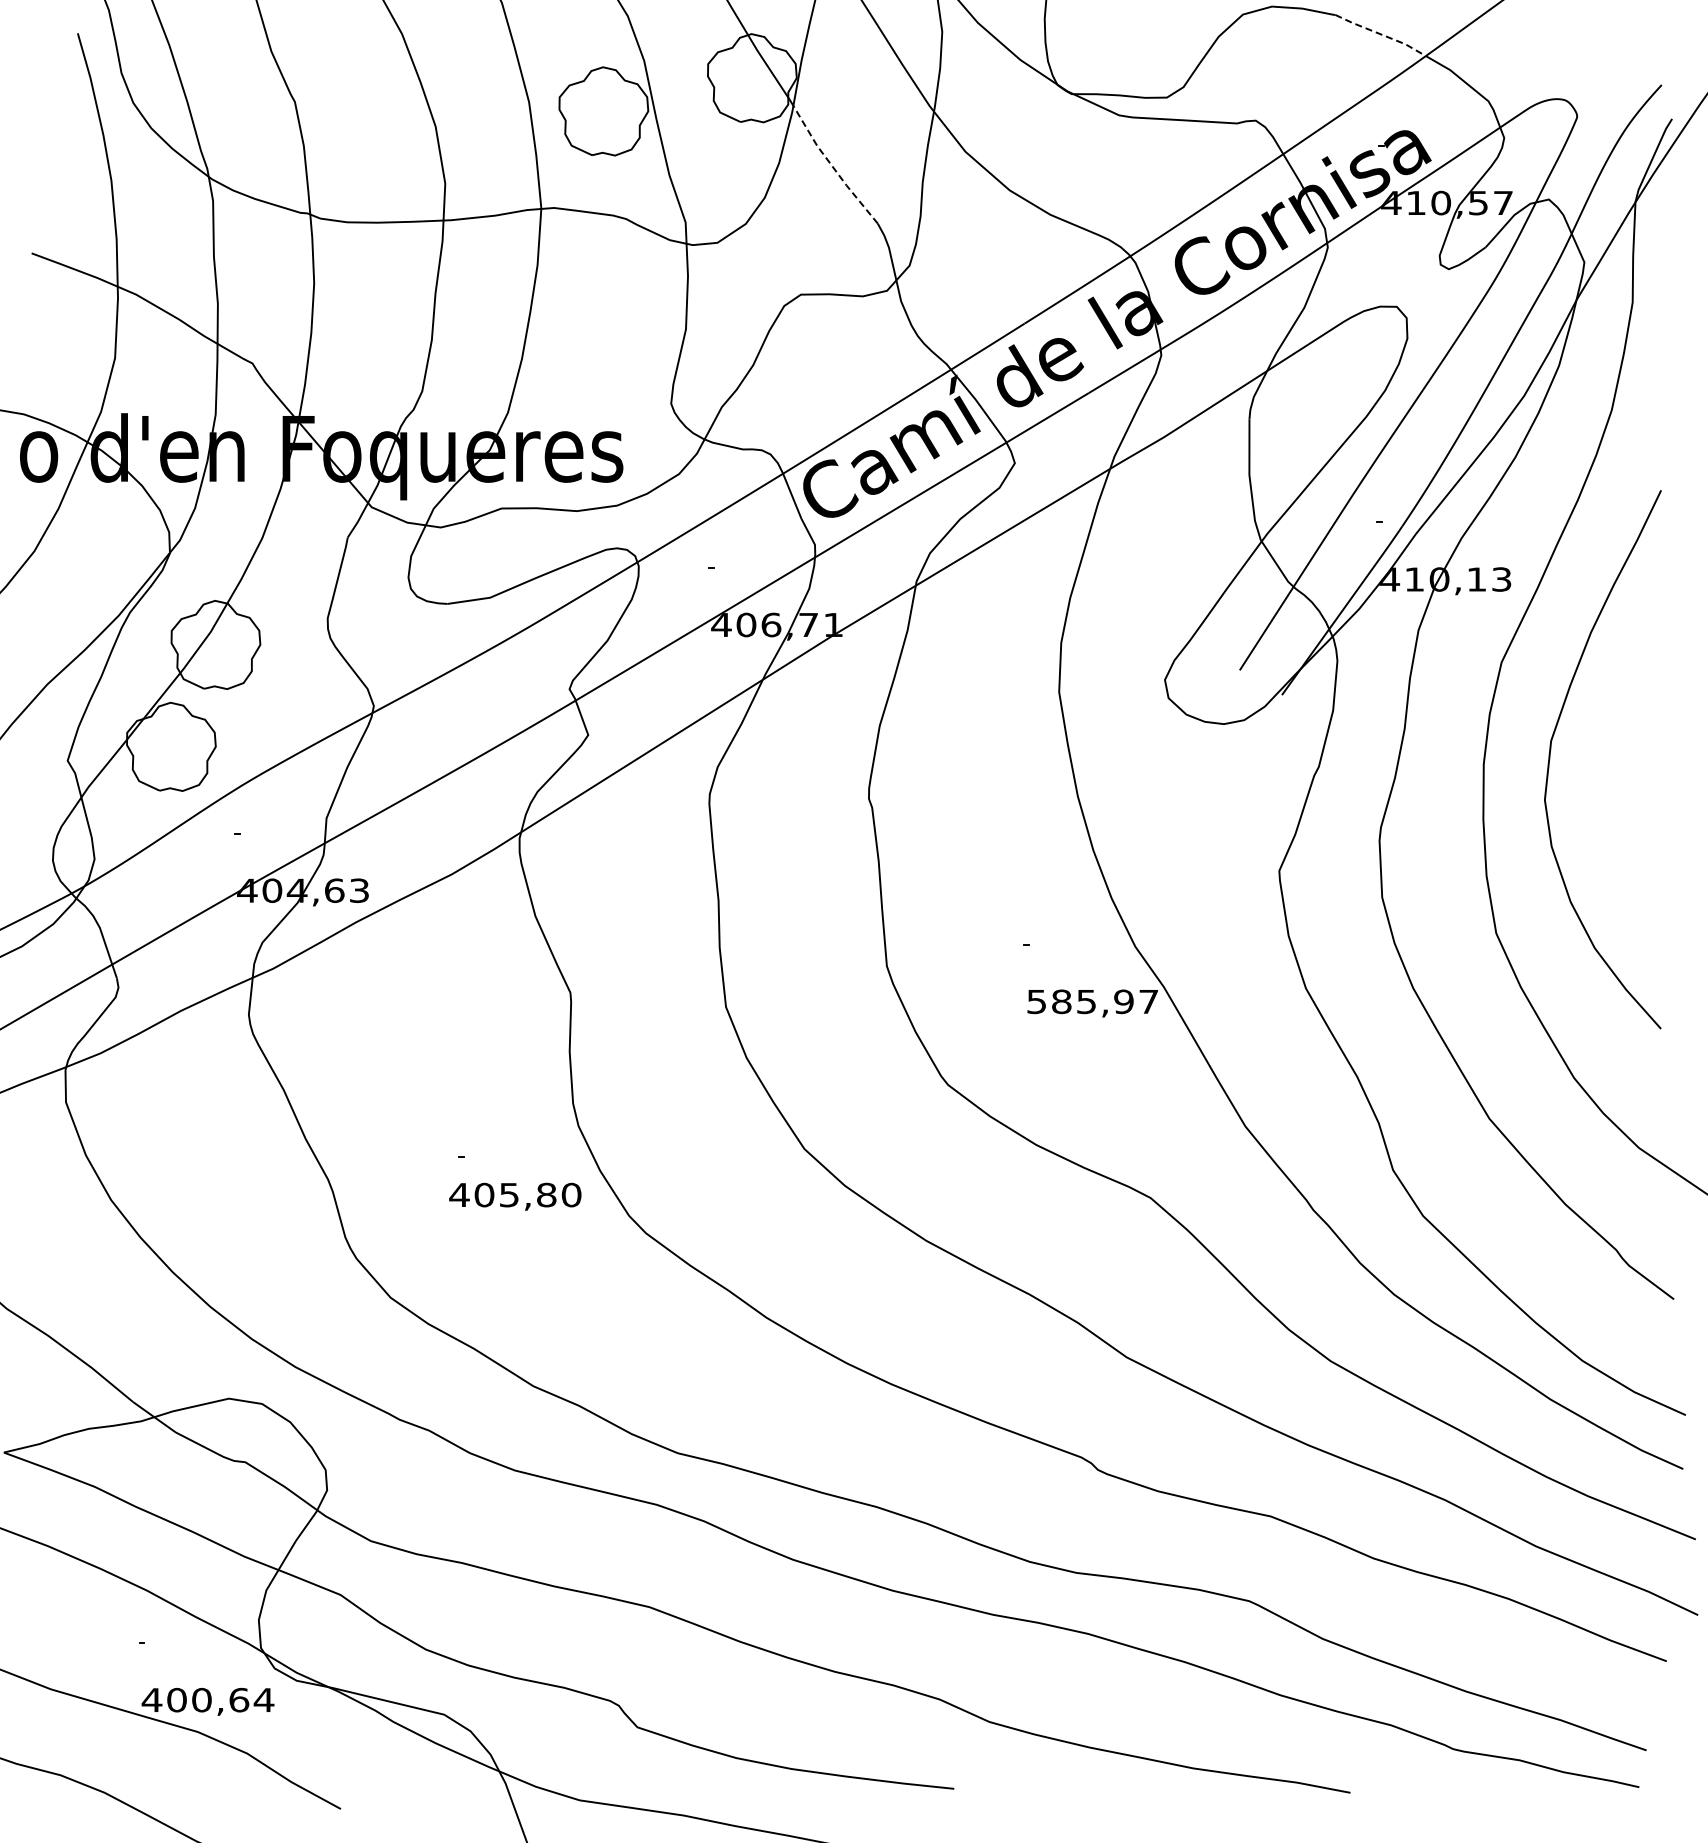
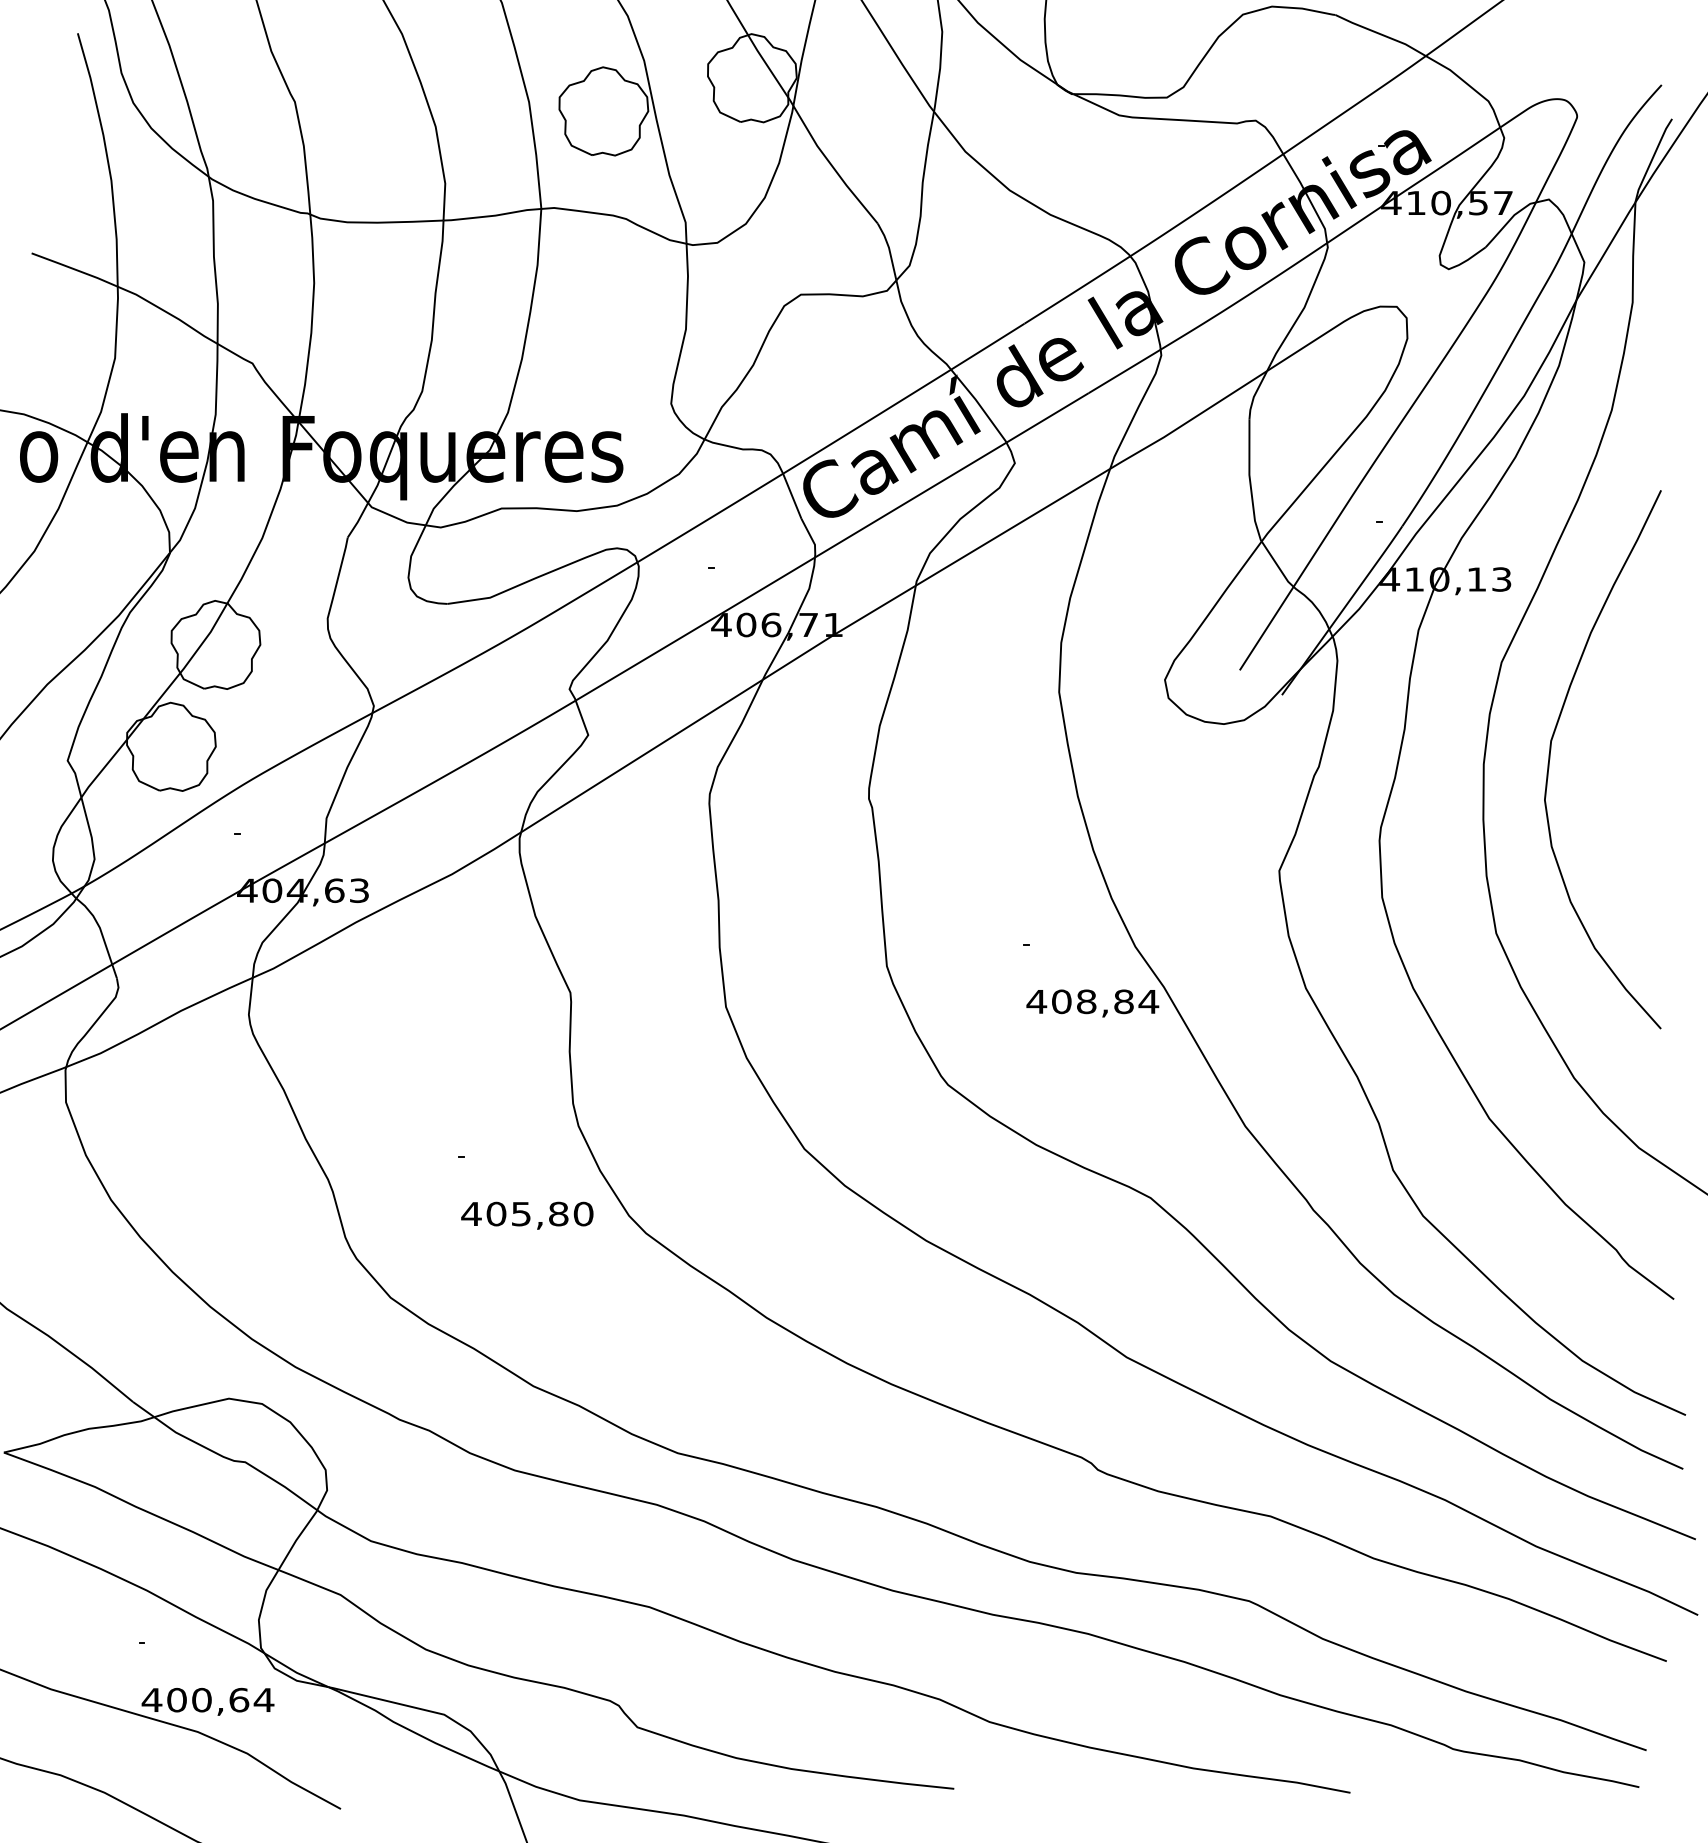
line at (1381, 34): dashed -> solid
line at (832, 166): dashed -> solid
text at (1092, 1001): 585,97 -> 408,84
text at (515, 1196) position: (515, 1196) -> (527, 1215)
